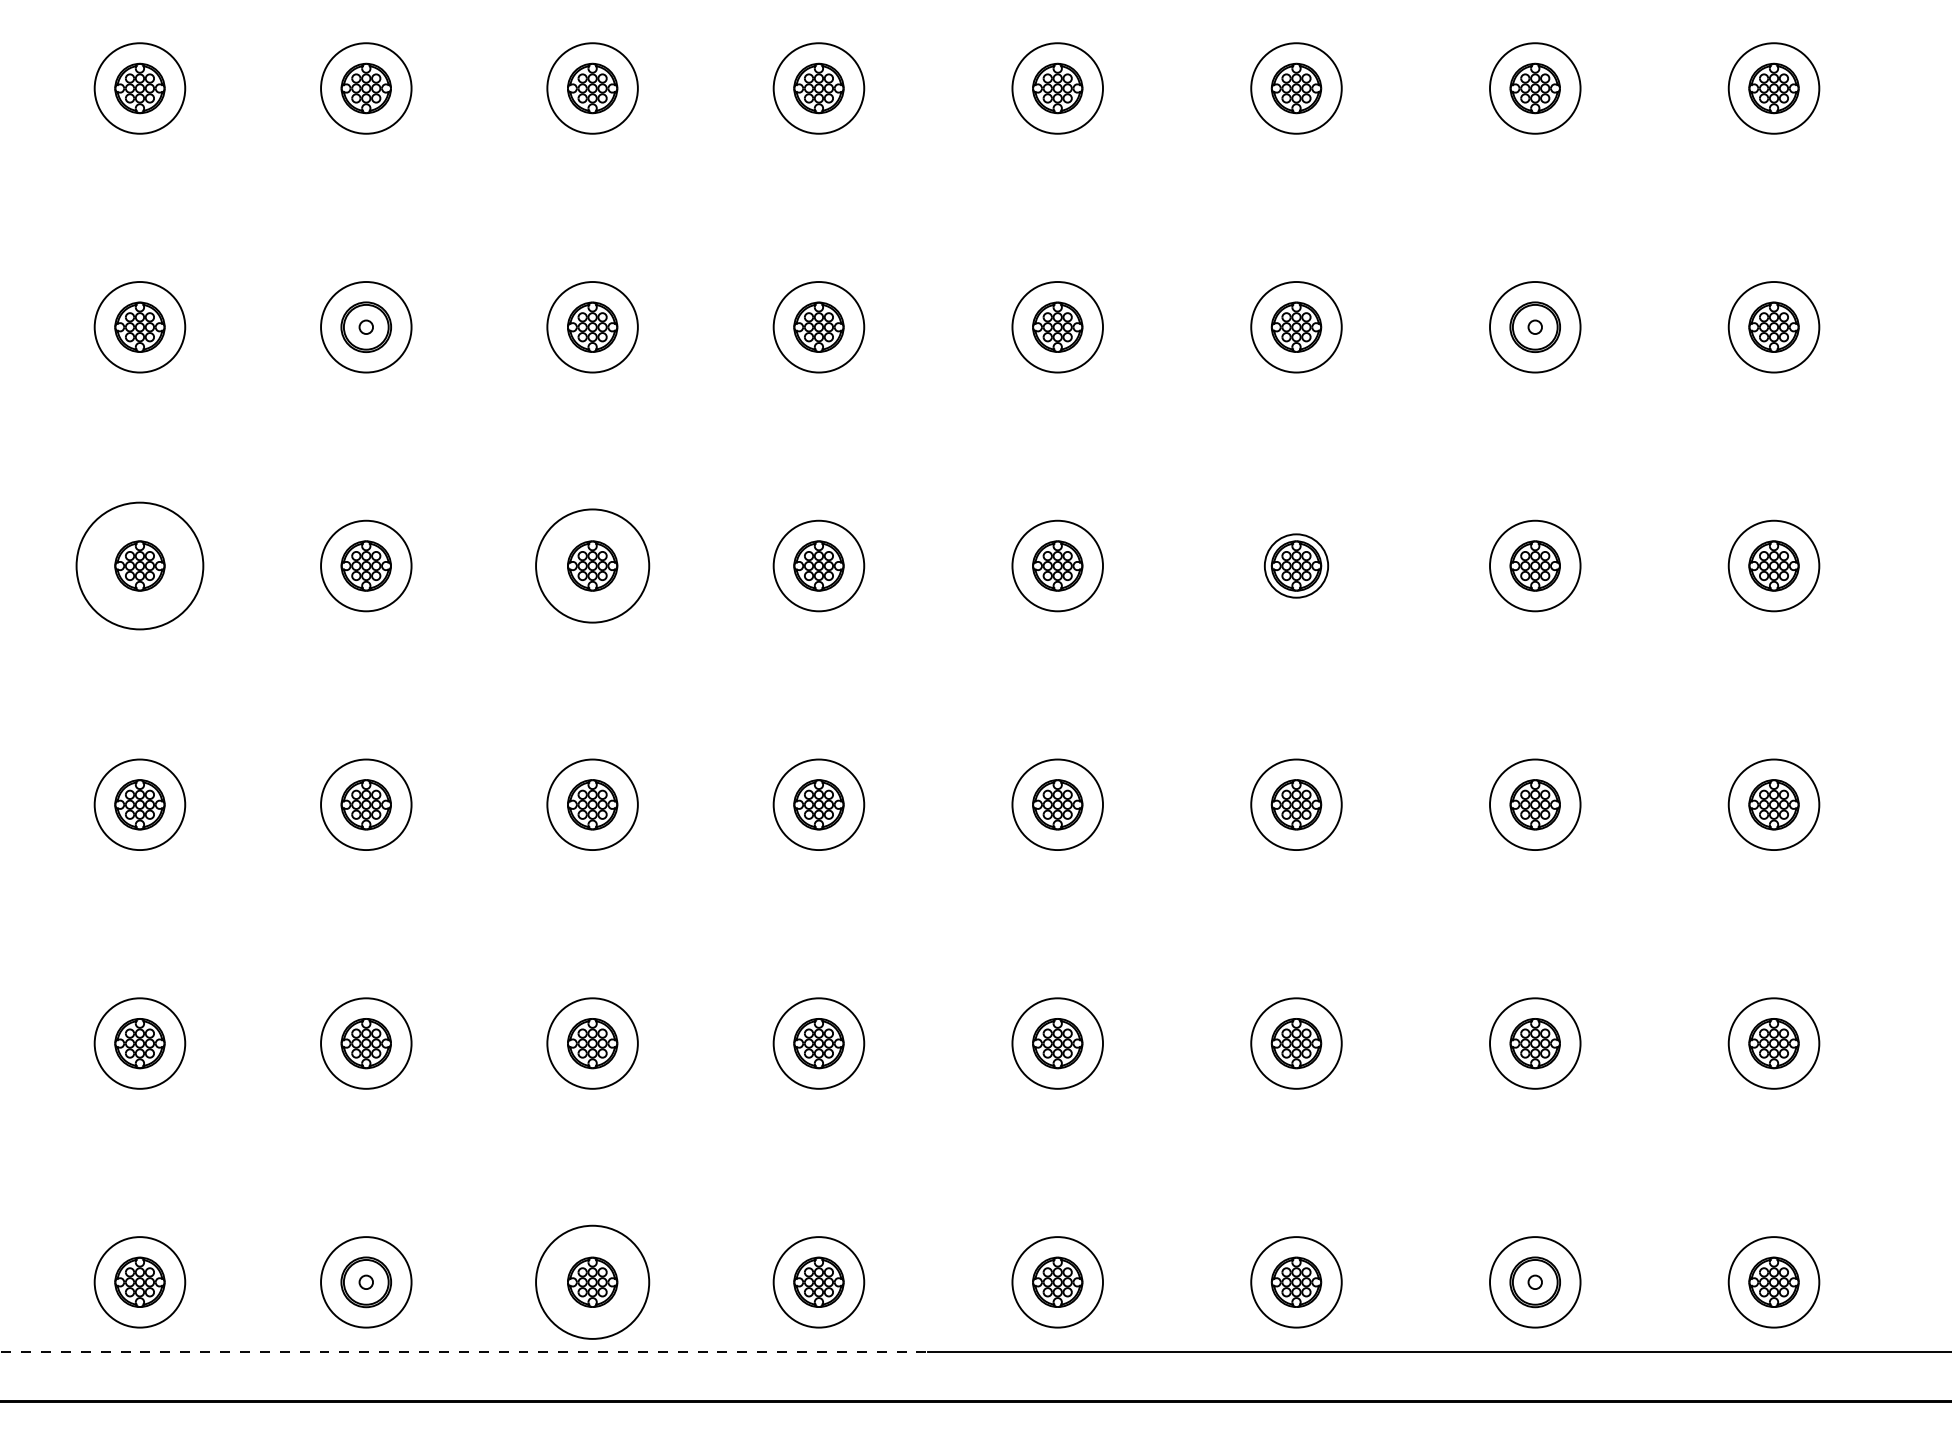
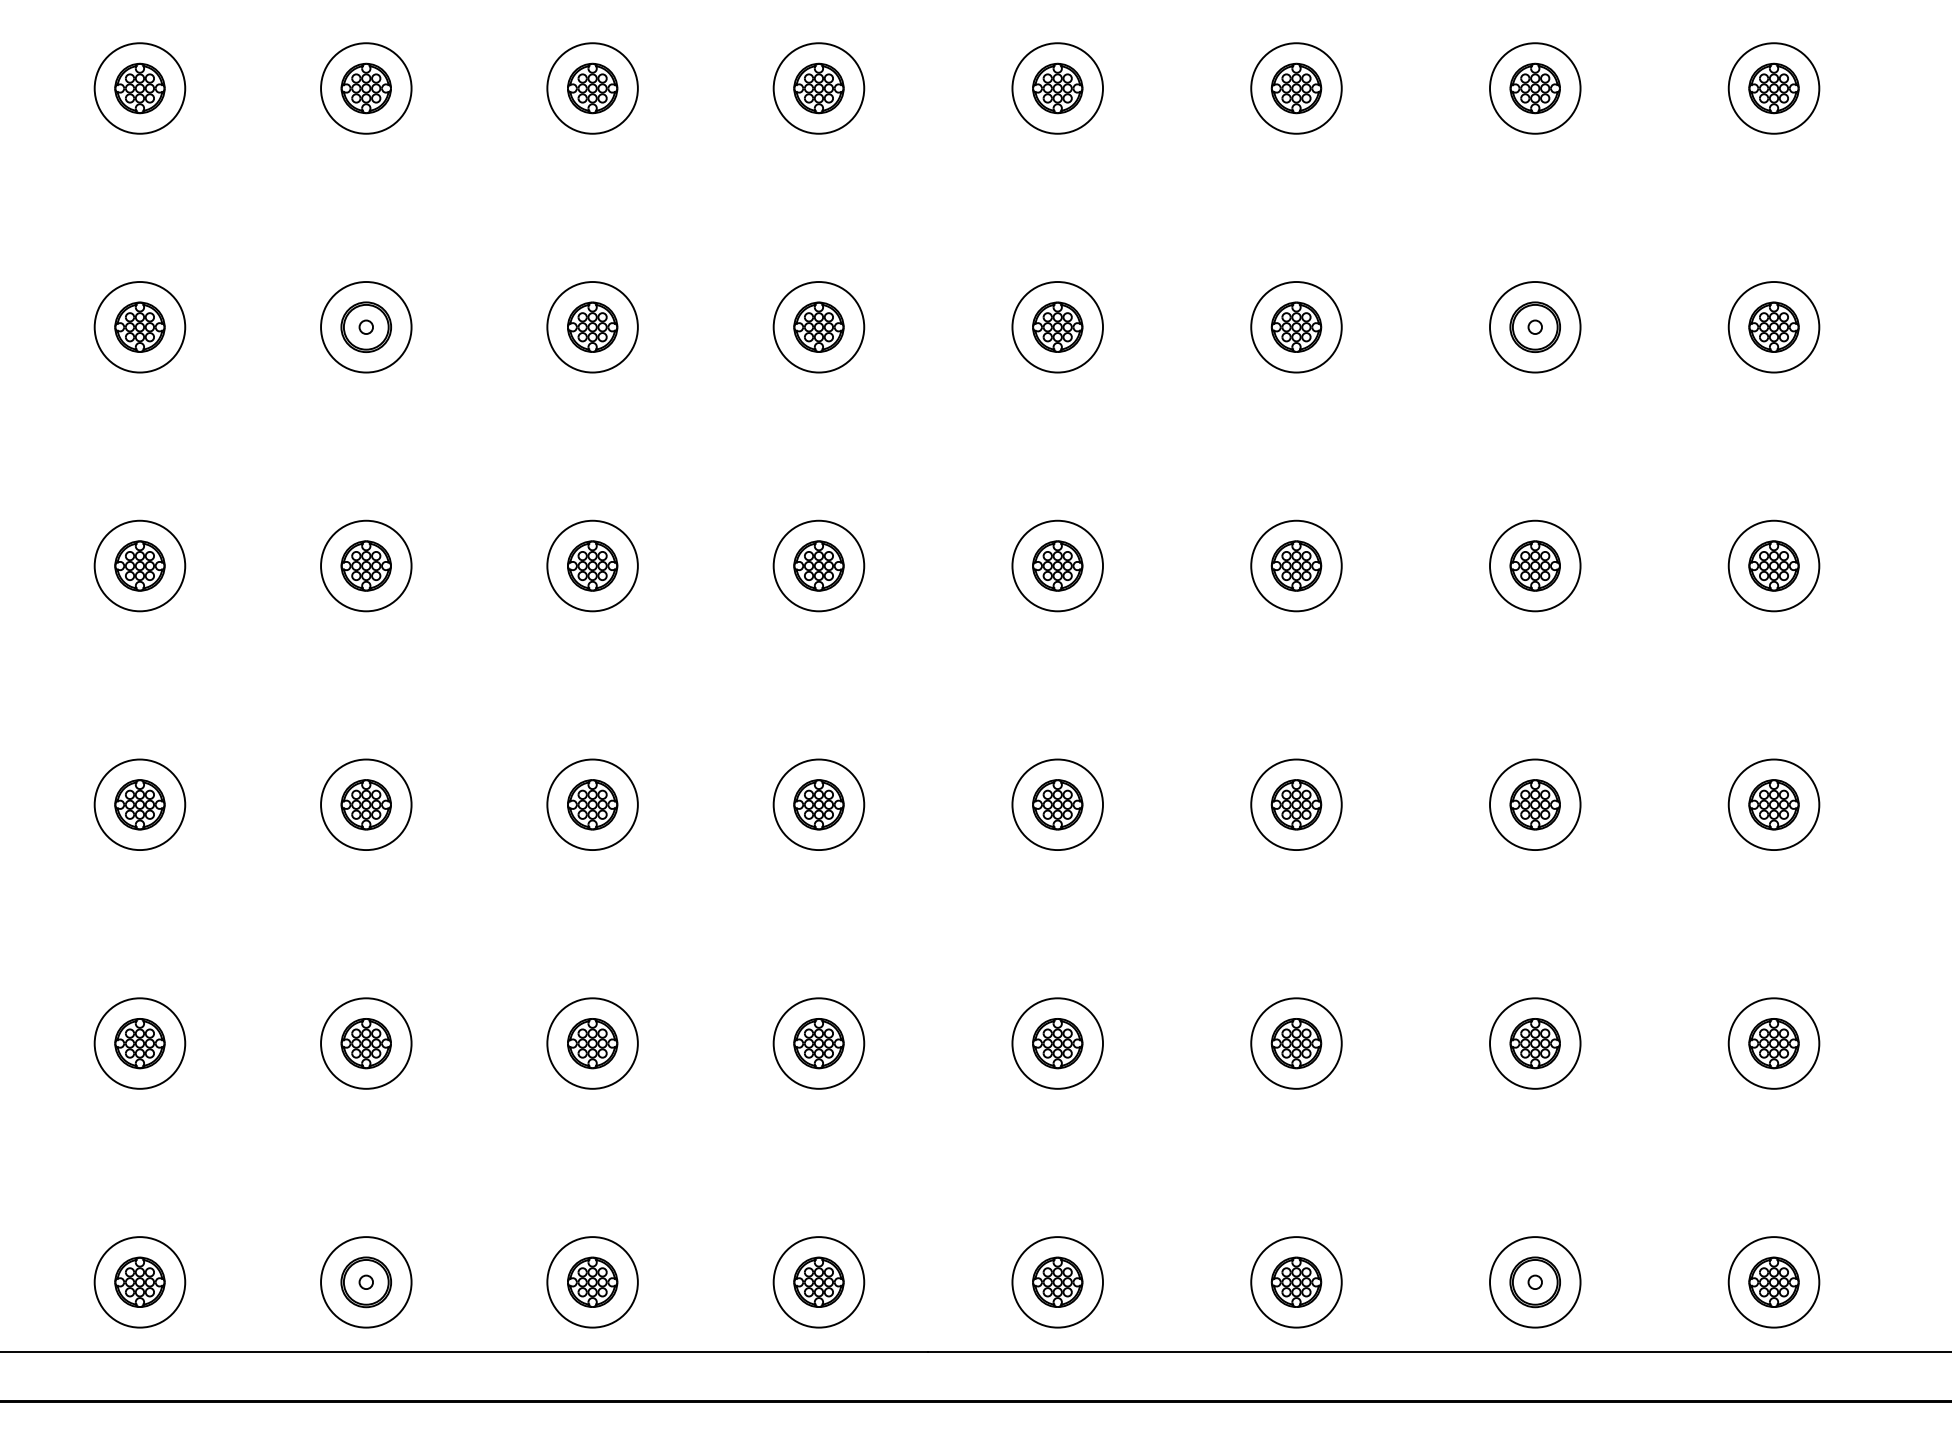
circle at (139, 565) diameter: 127 px -> 91 px
circle at (592, 565) diameter: 113 px -> 91 px
circle at (1296, 565) diameter: 63 px -> 91 px
circle at (592, 1281) diameter: 113 px -> 91 px
line at (464, 1351): dashed -> solid
